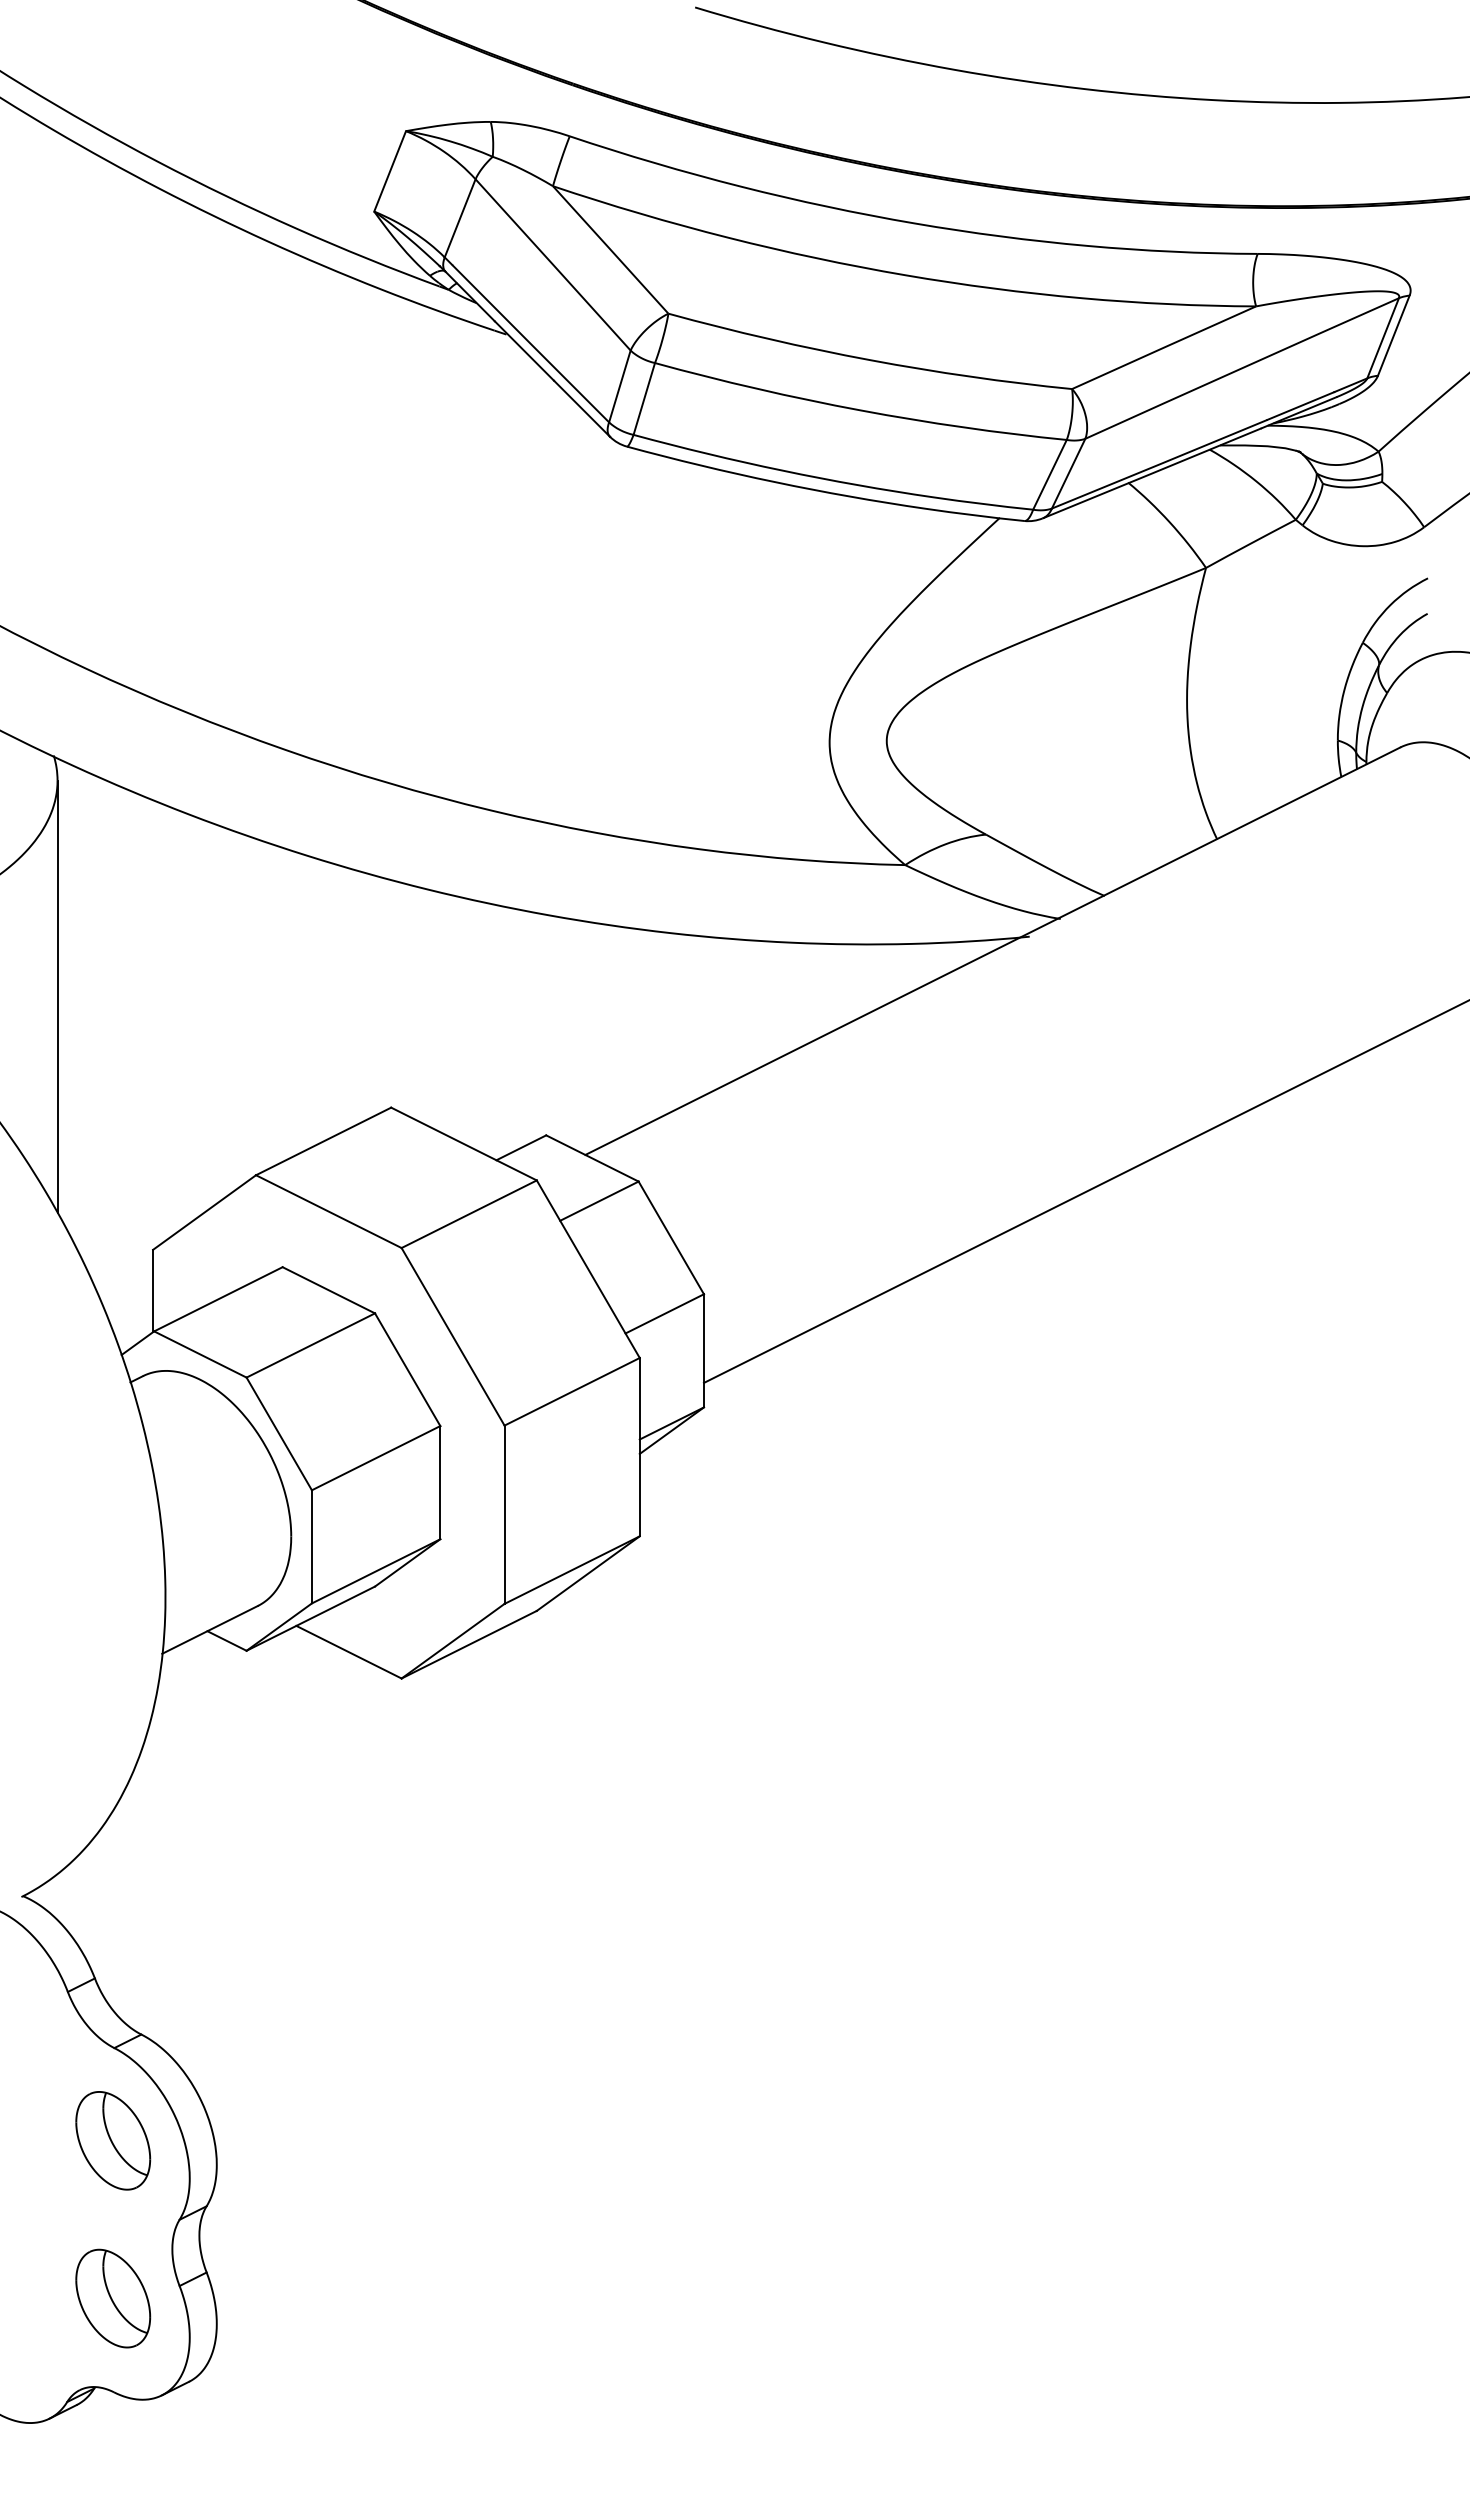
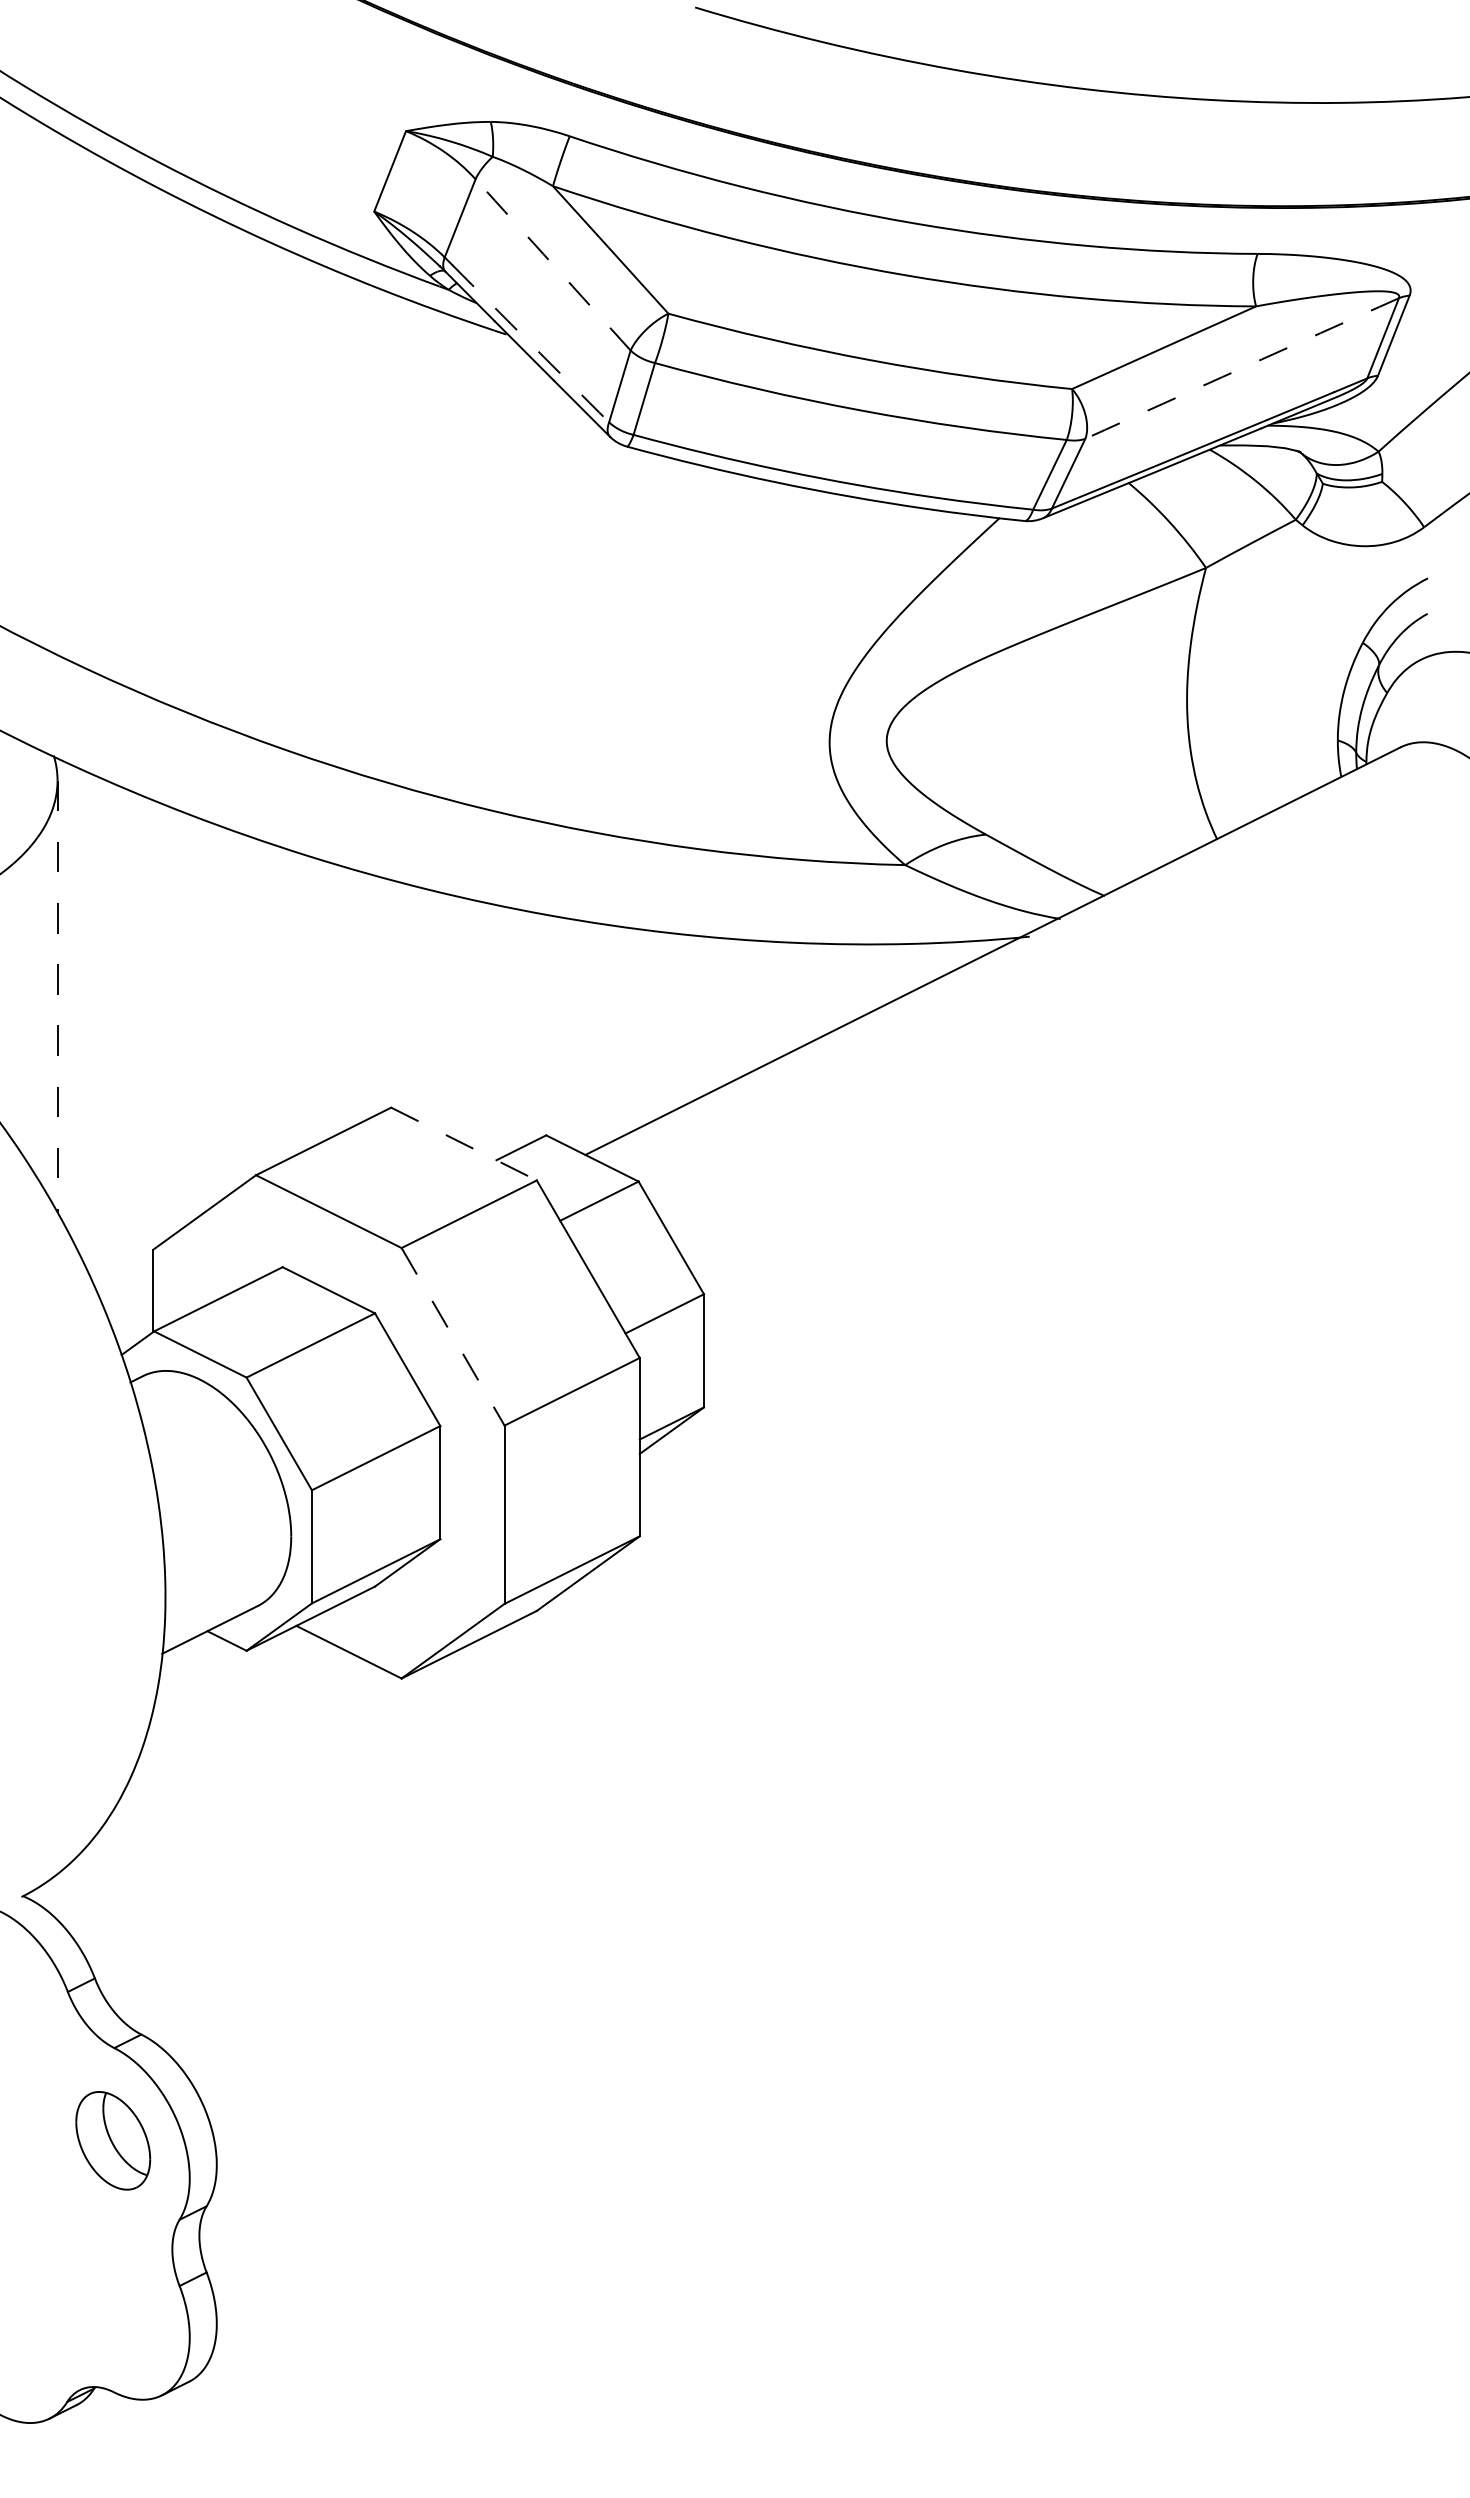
arc at (553, 264): solid -> dashed
arc at (530, 343): solid -> dashed
arc at (1242, 368): solid -> dashed
line at (57, 997): solid -> dashed
line at (464, 1144): solid -> dashed
line at (1084, 1191): present -> none
line at (453, 1336): solid -> dashed
part at (113, 2298): present -> none
